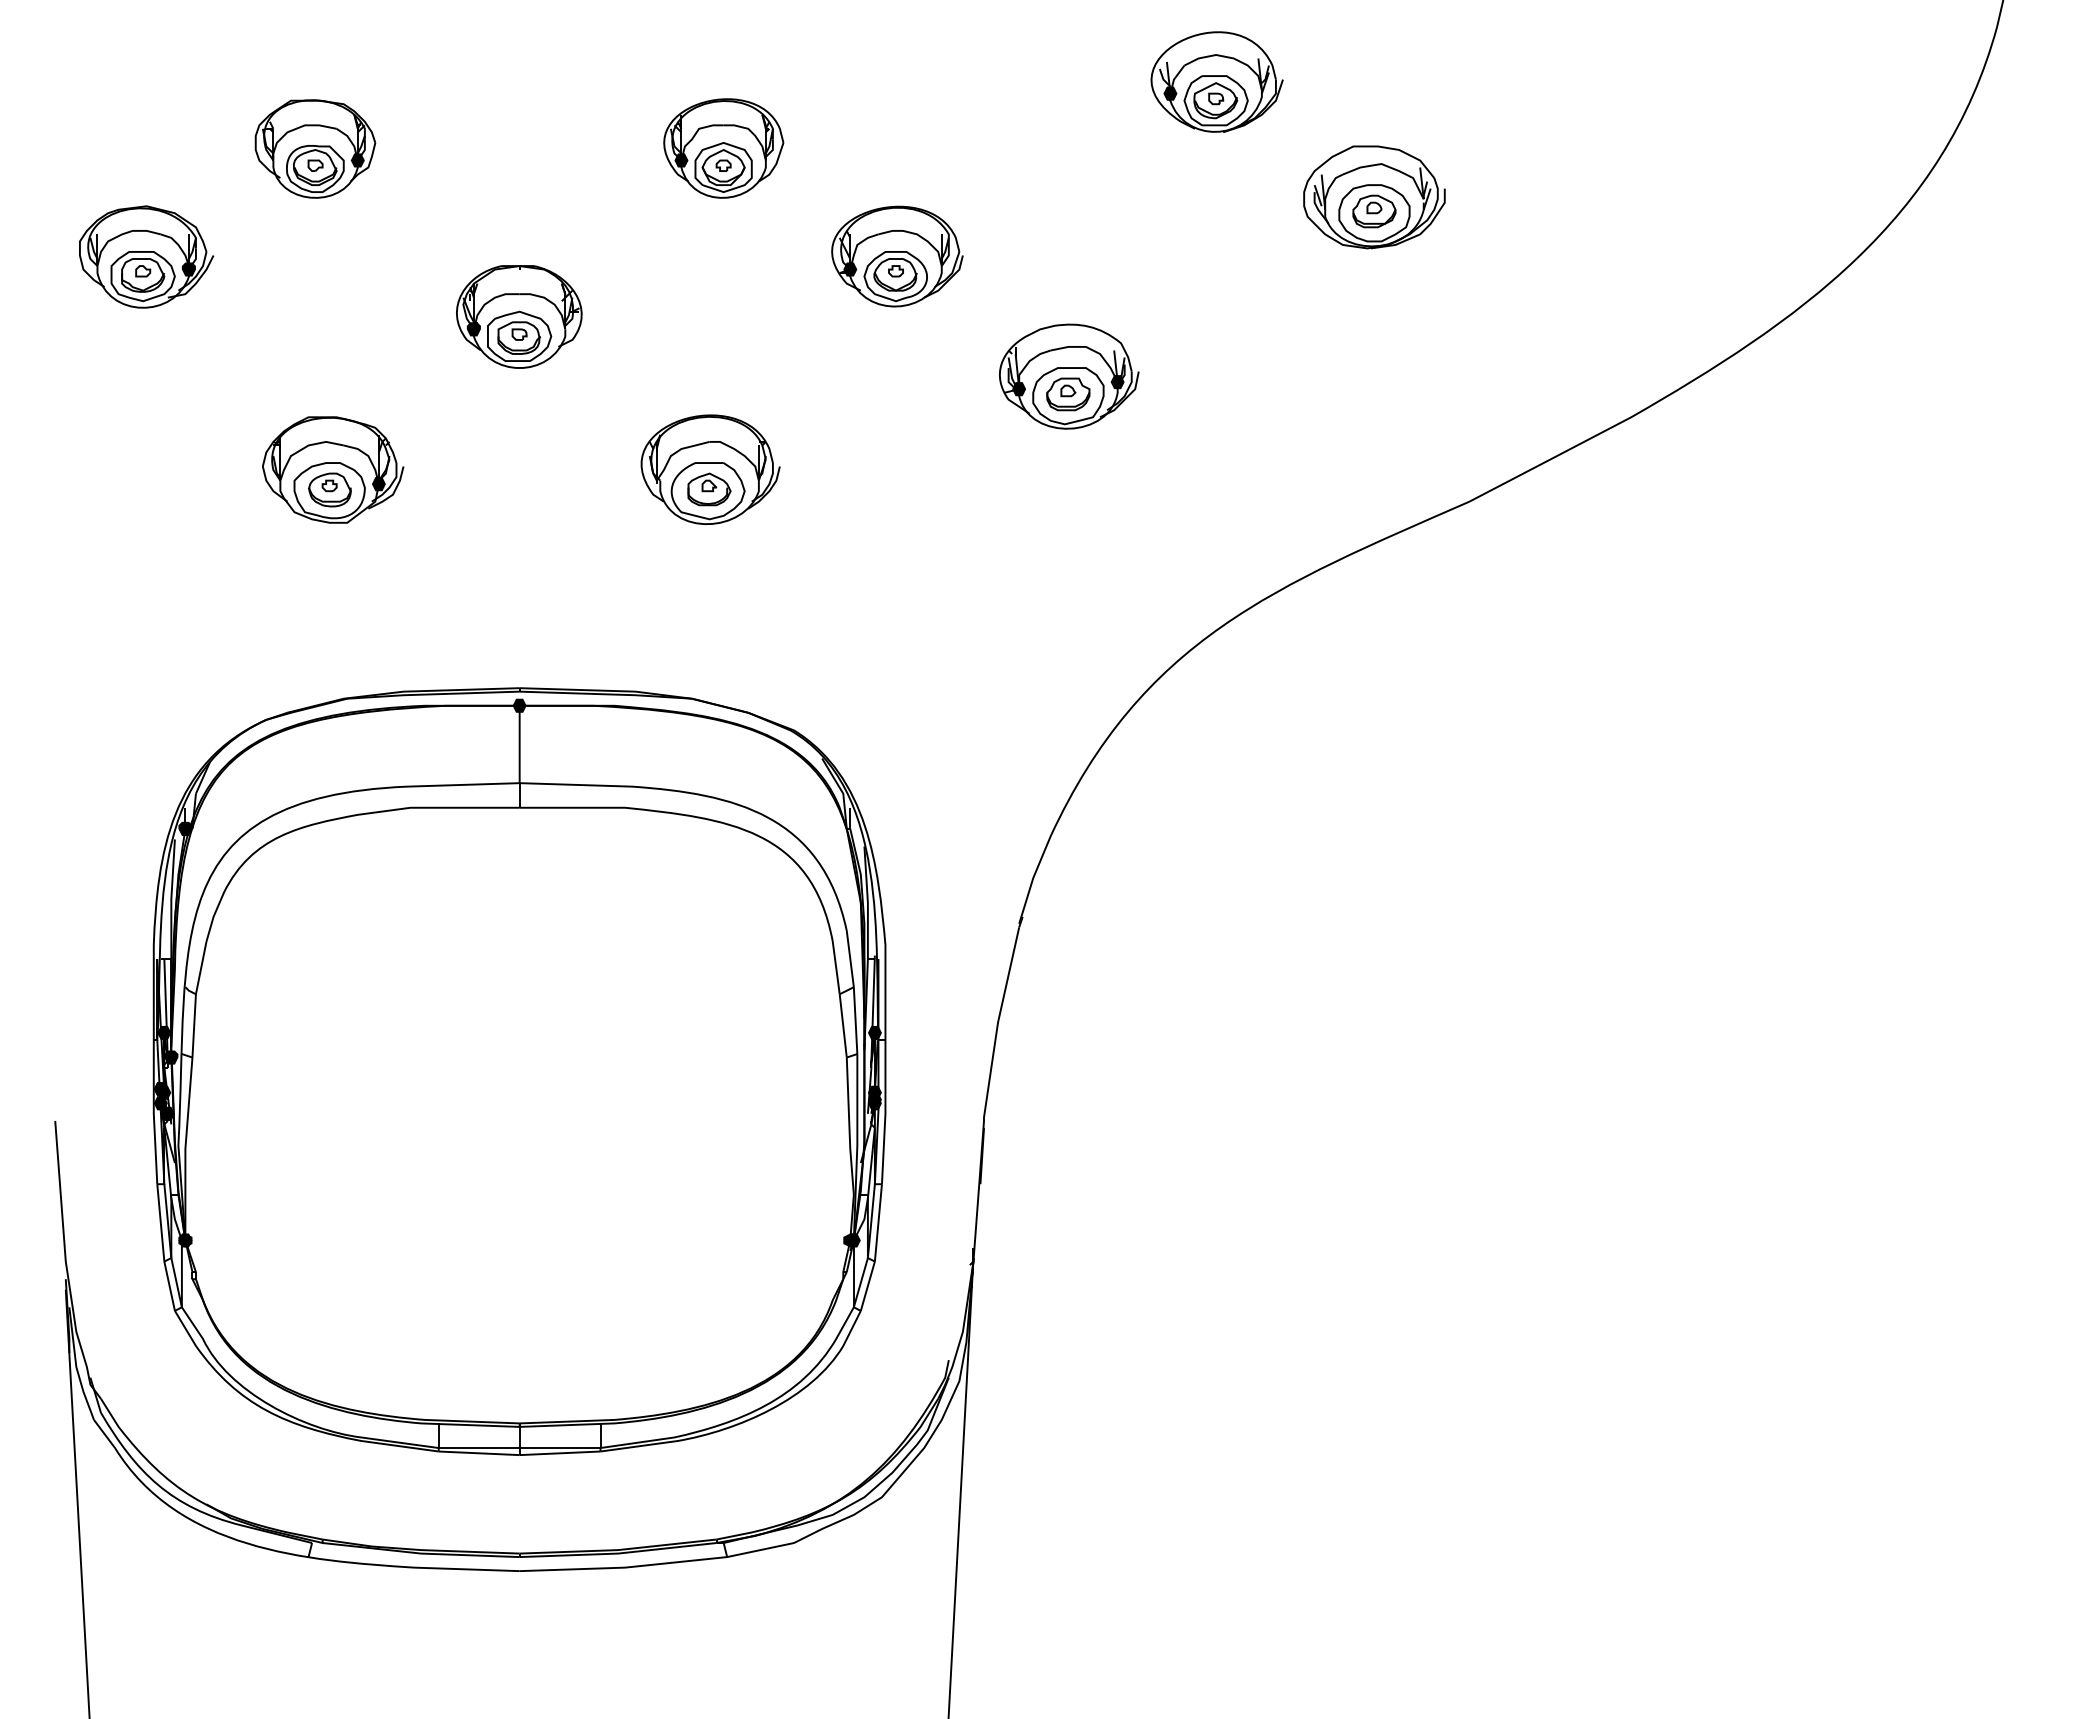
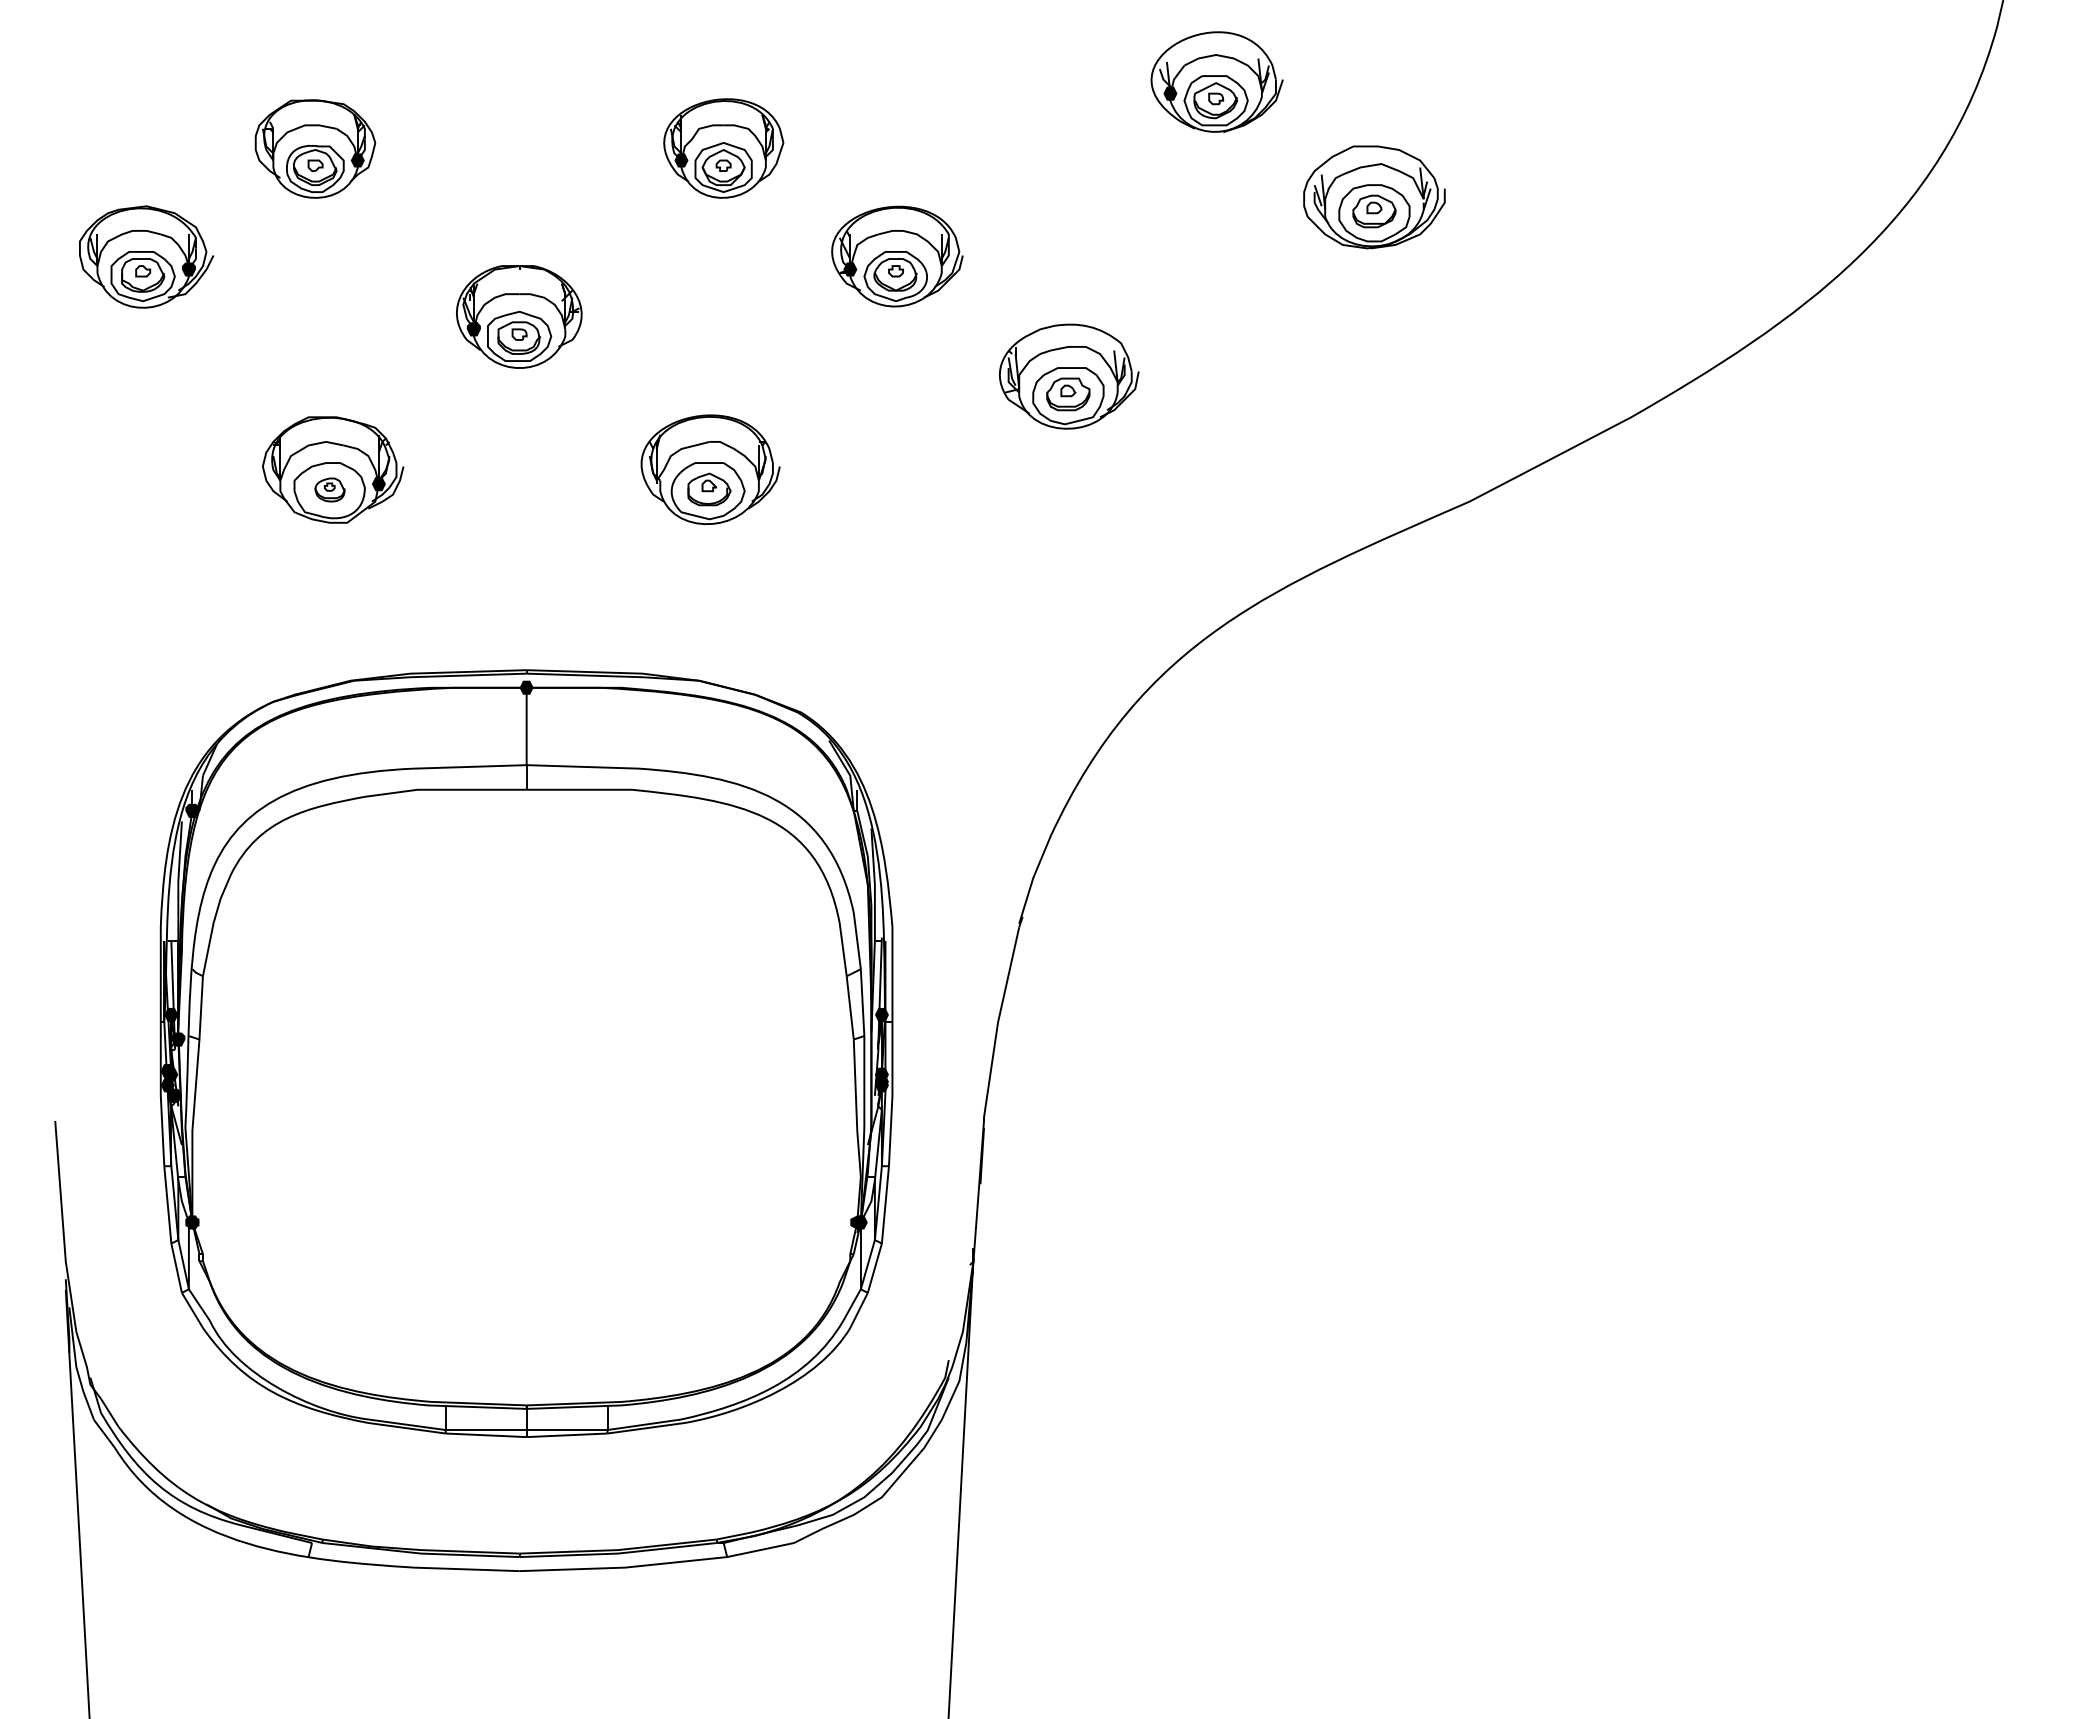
fill at (1117, 382): present -> none
fill at (1019, 389): present -> none
part at (329, 489) size: 44x36 px -> 32x26 px
part at (519, 1071) position: (519, 1071) -> (526, 1053)
